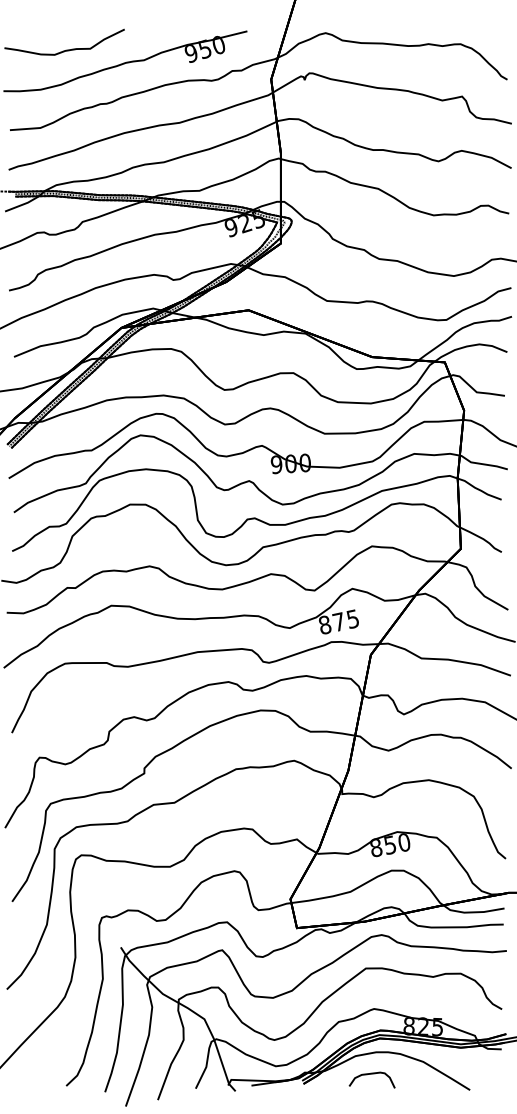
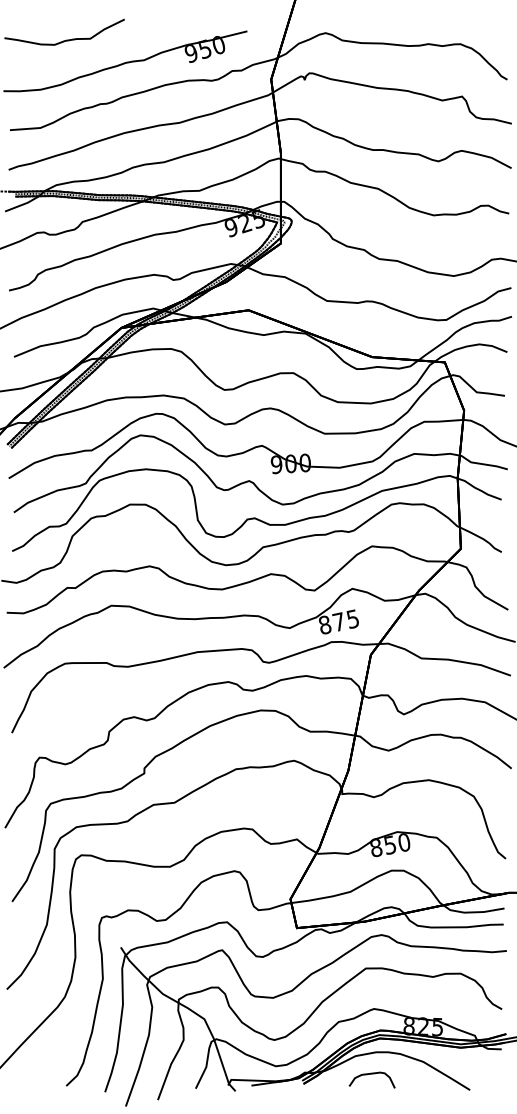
curve at (66, 49) position: (66, 49) -> (66, 39)
